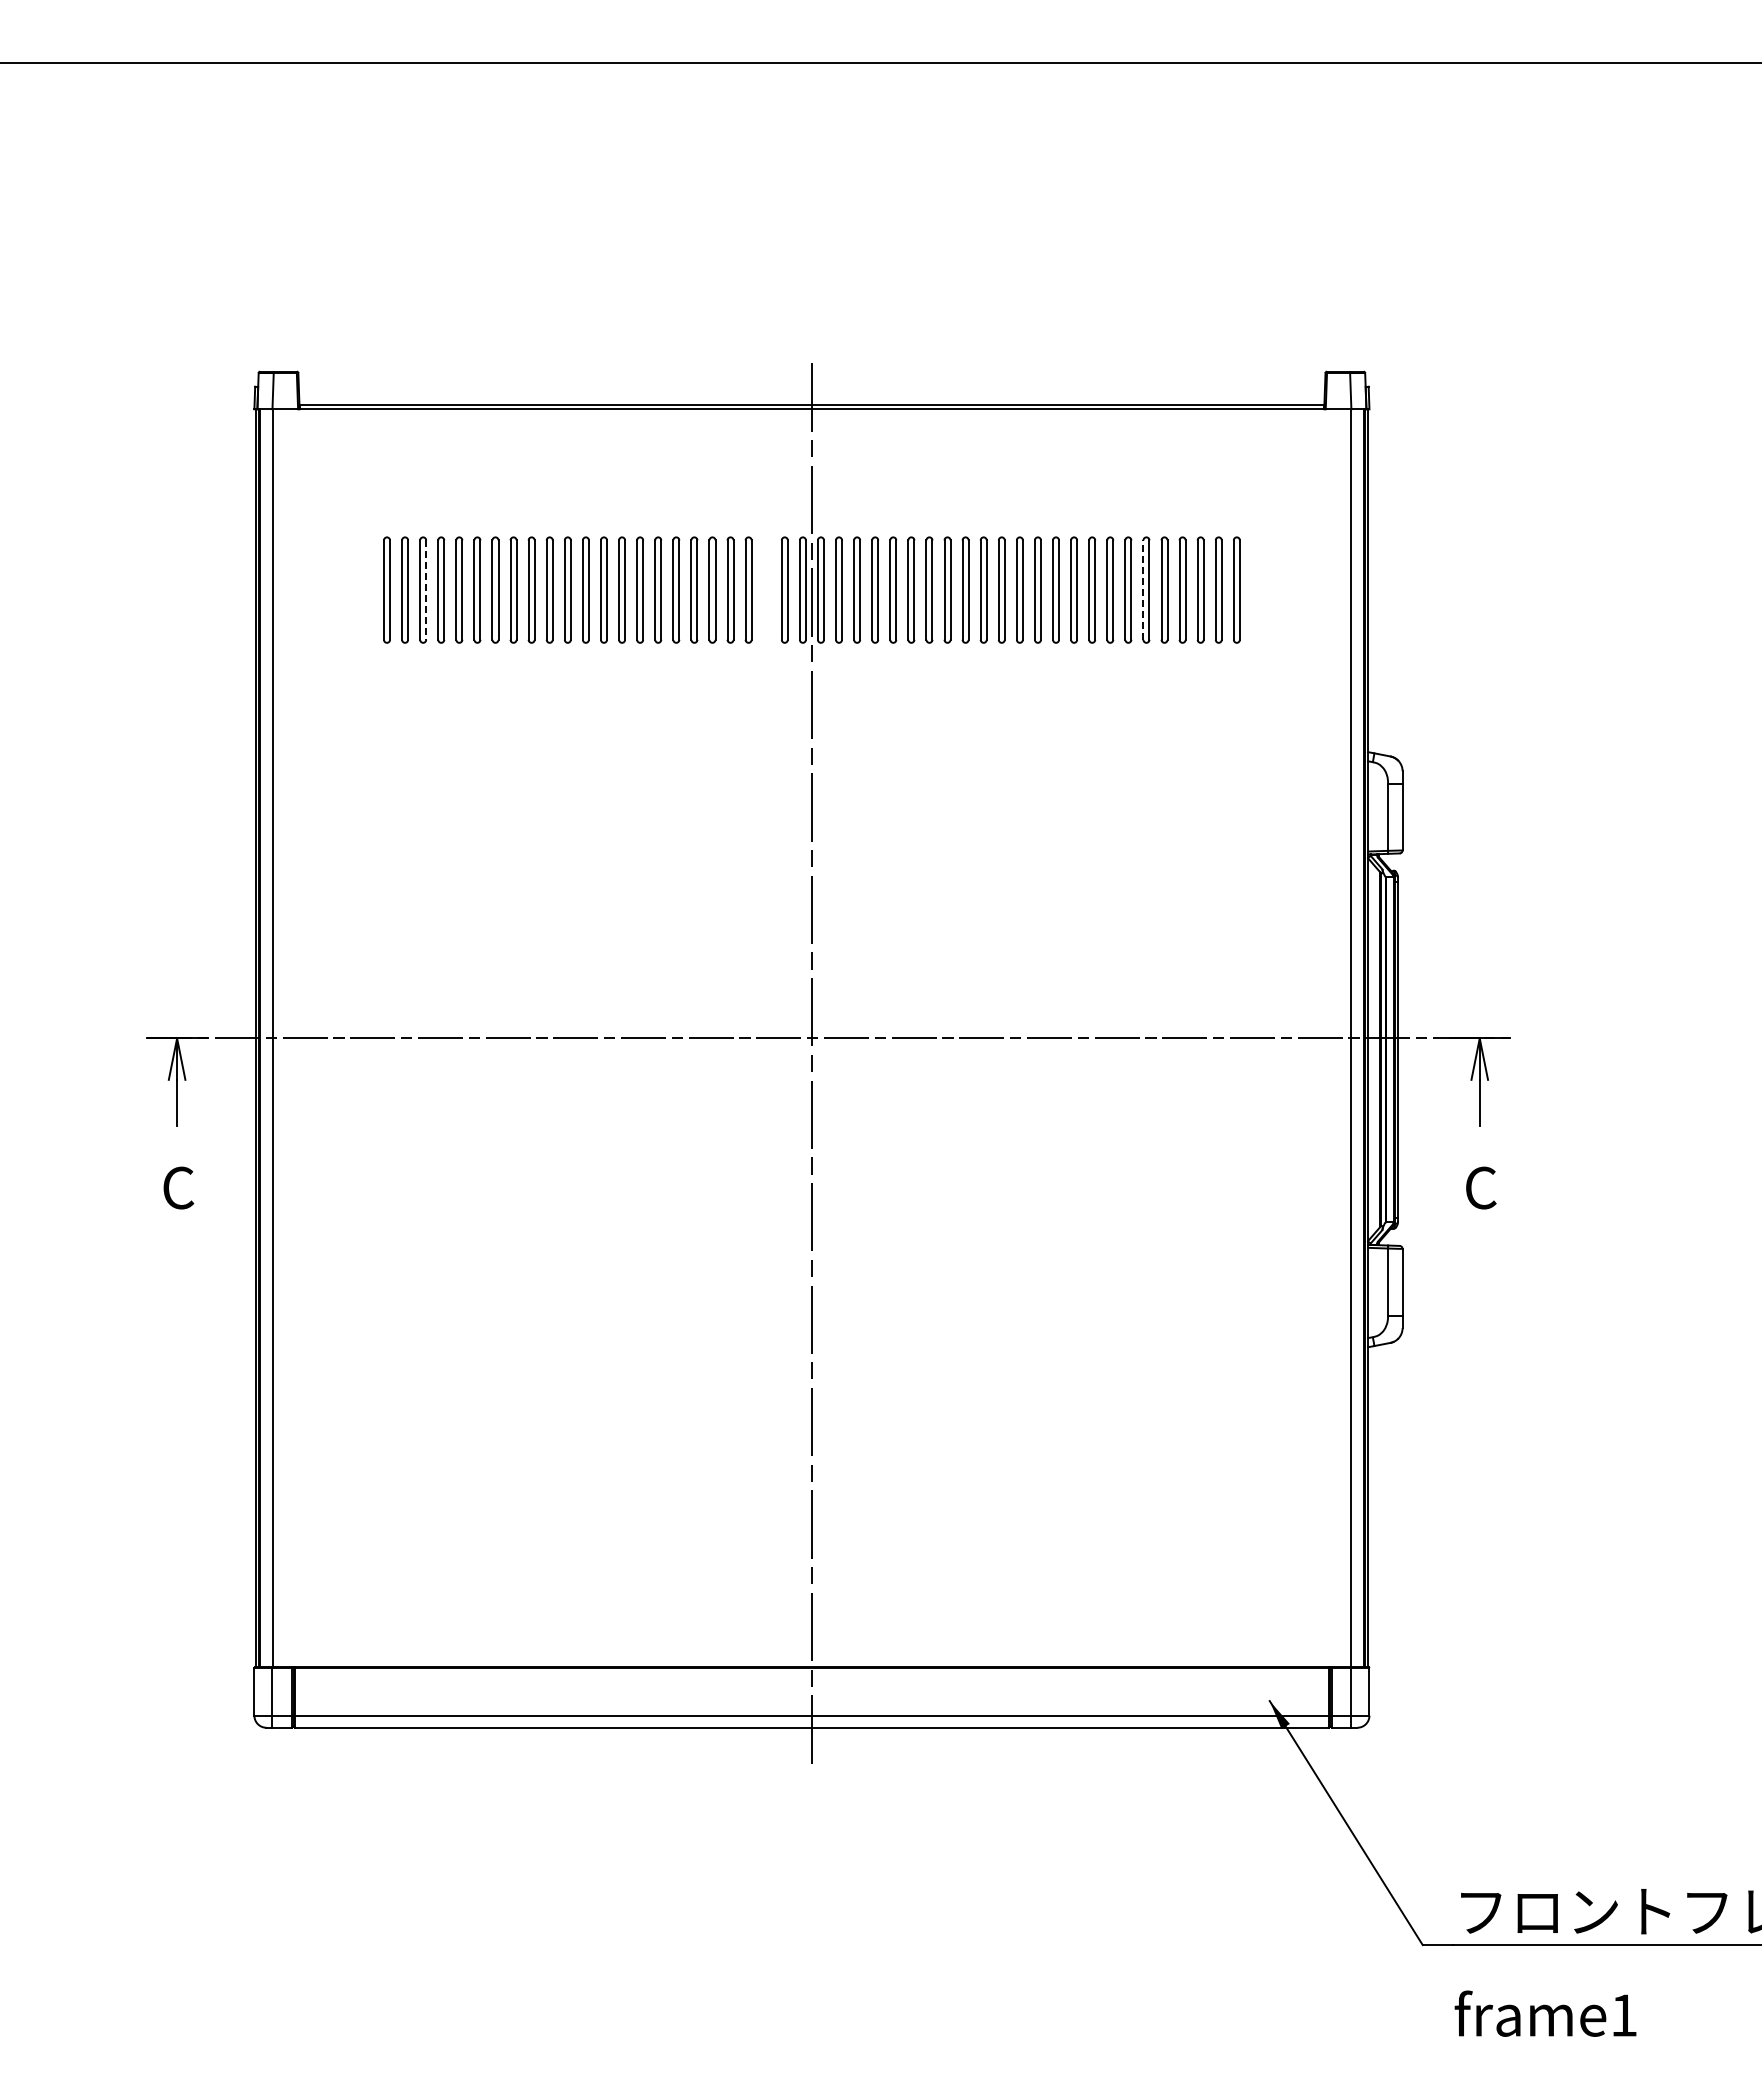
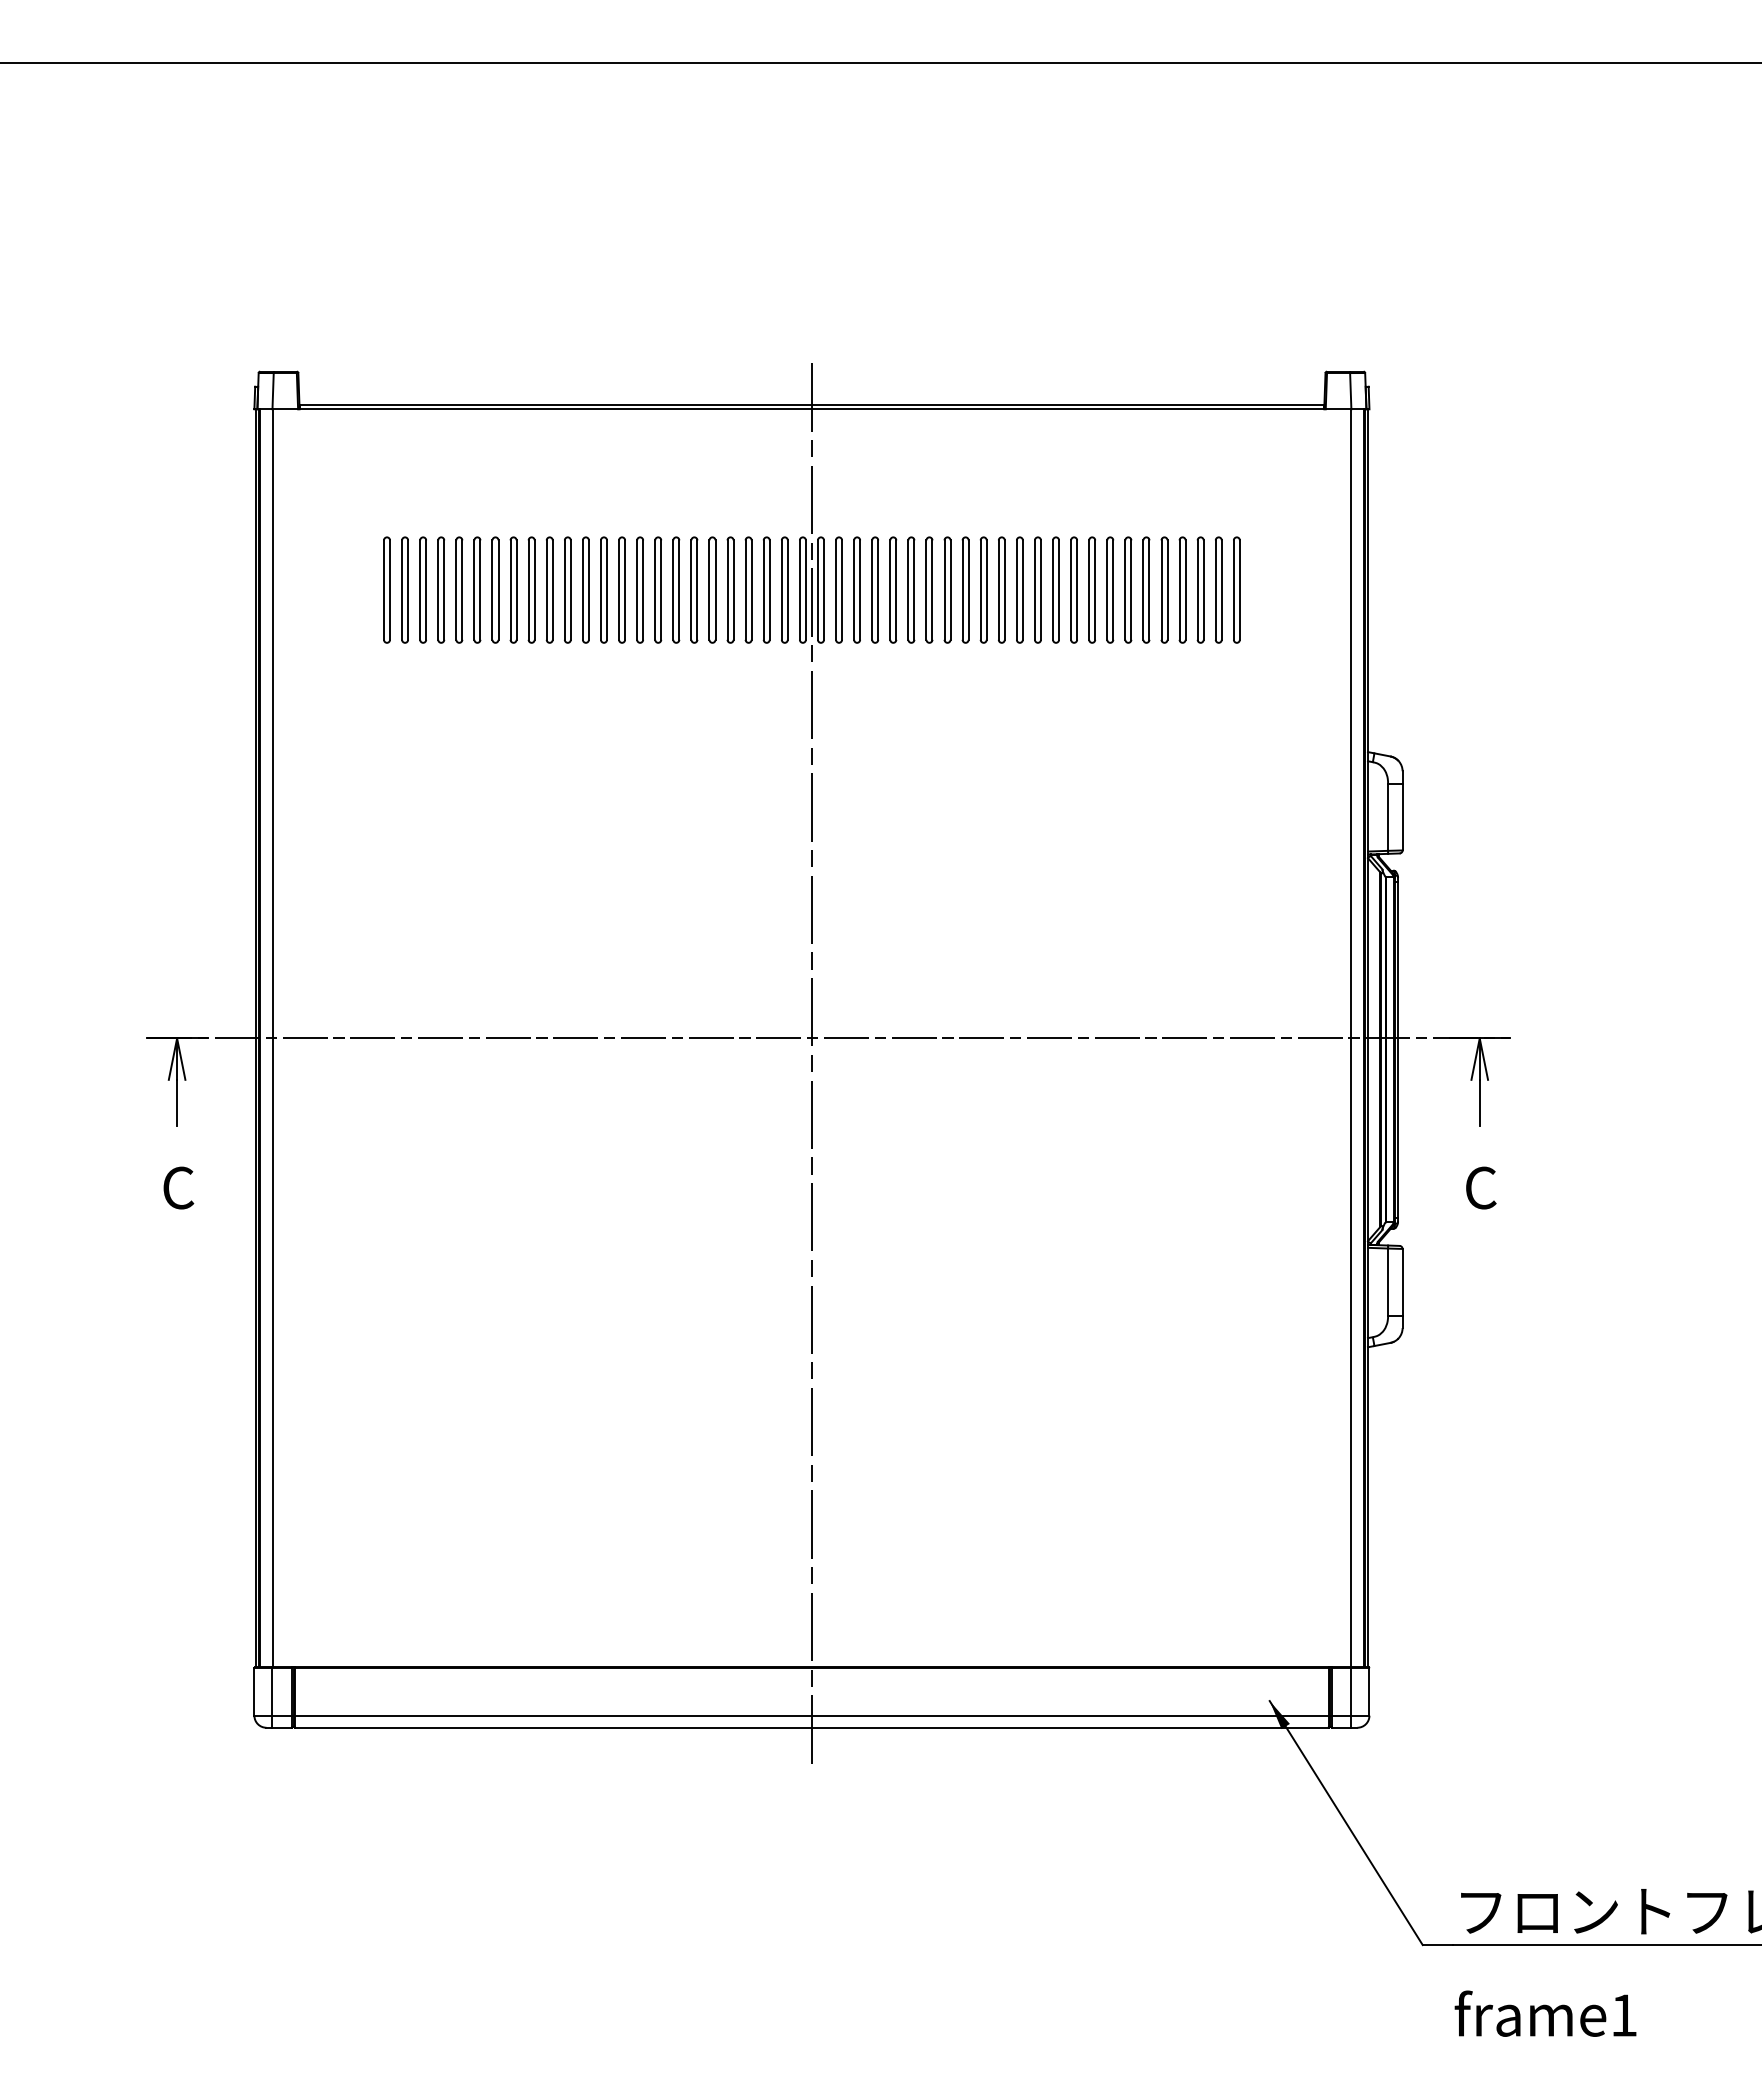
part at (766, 589): none -> present
line at (426, 590): dashed -> solid
line at (1143, 590): dashed -> solid
